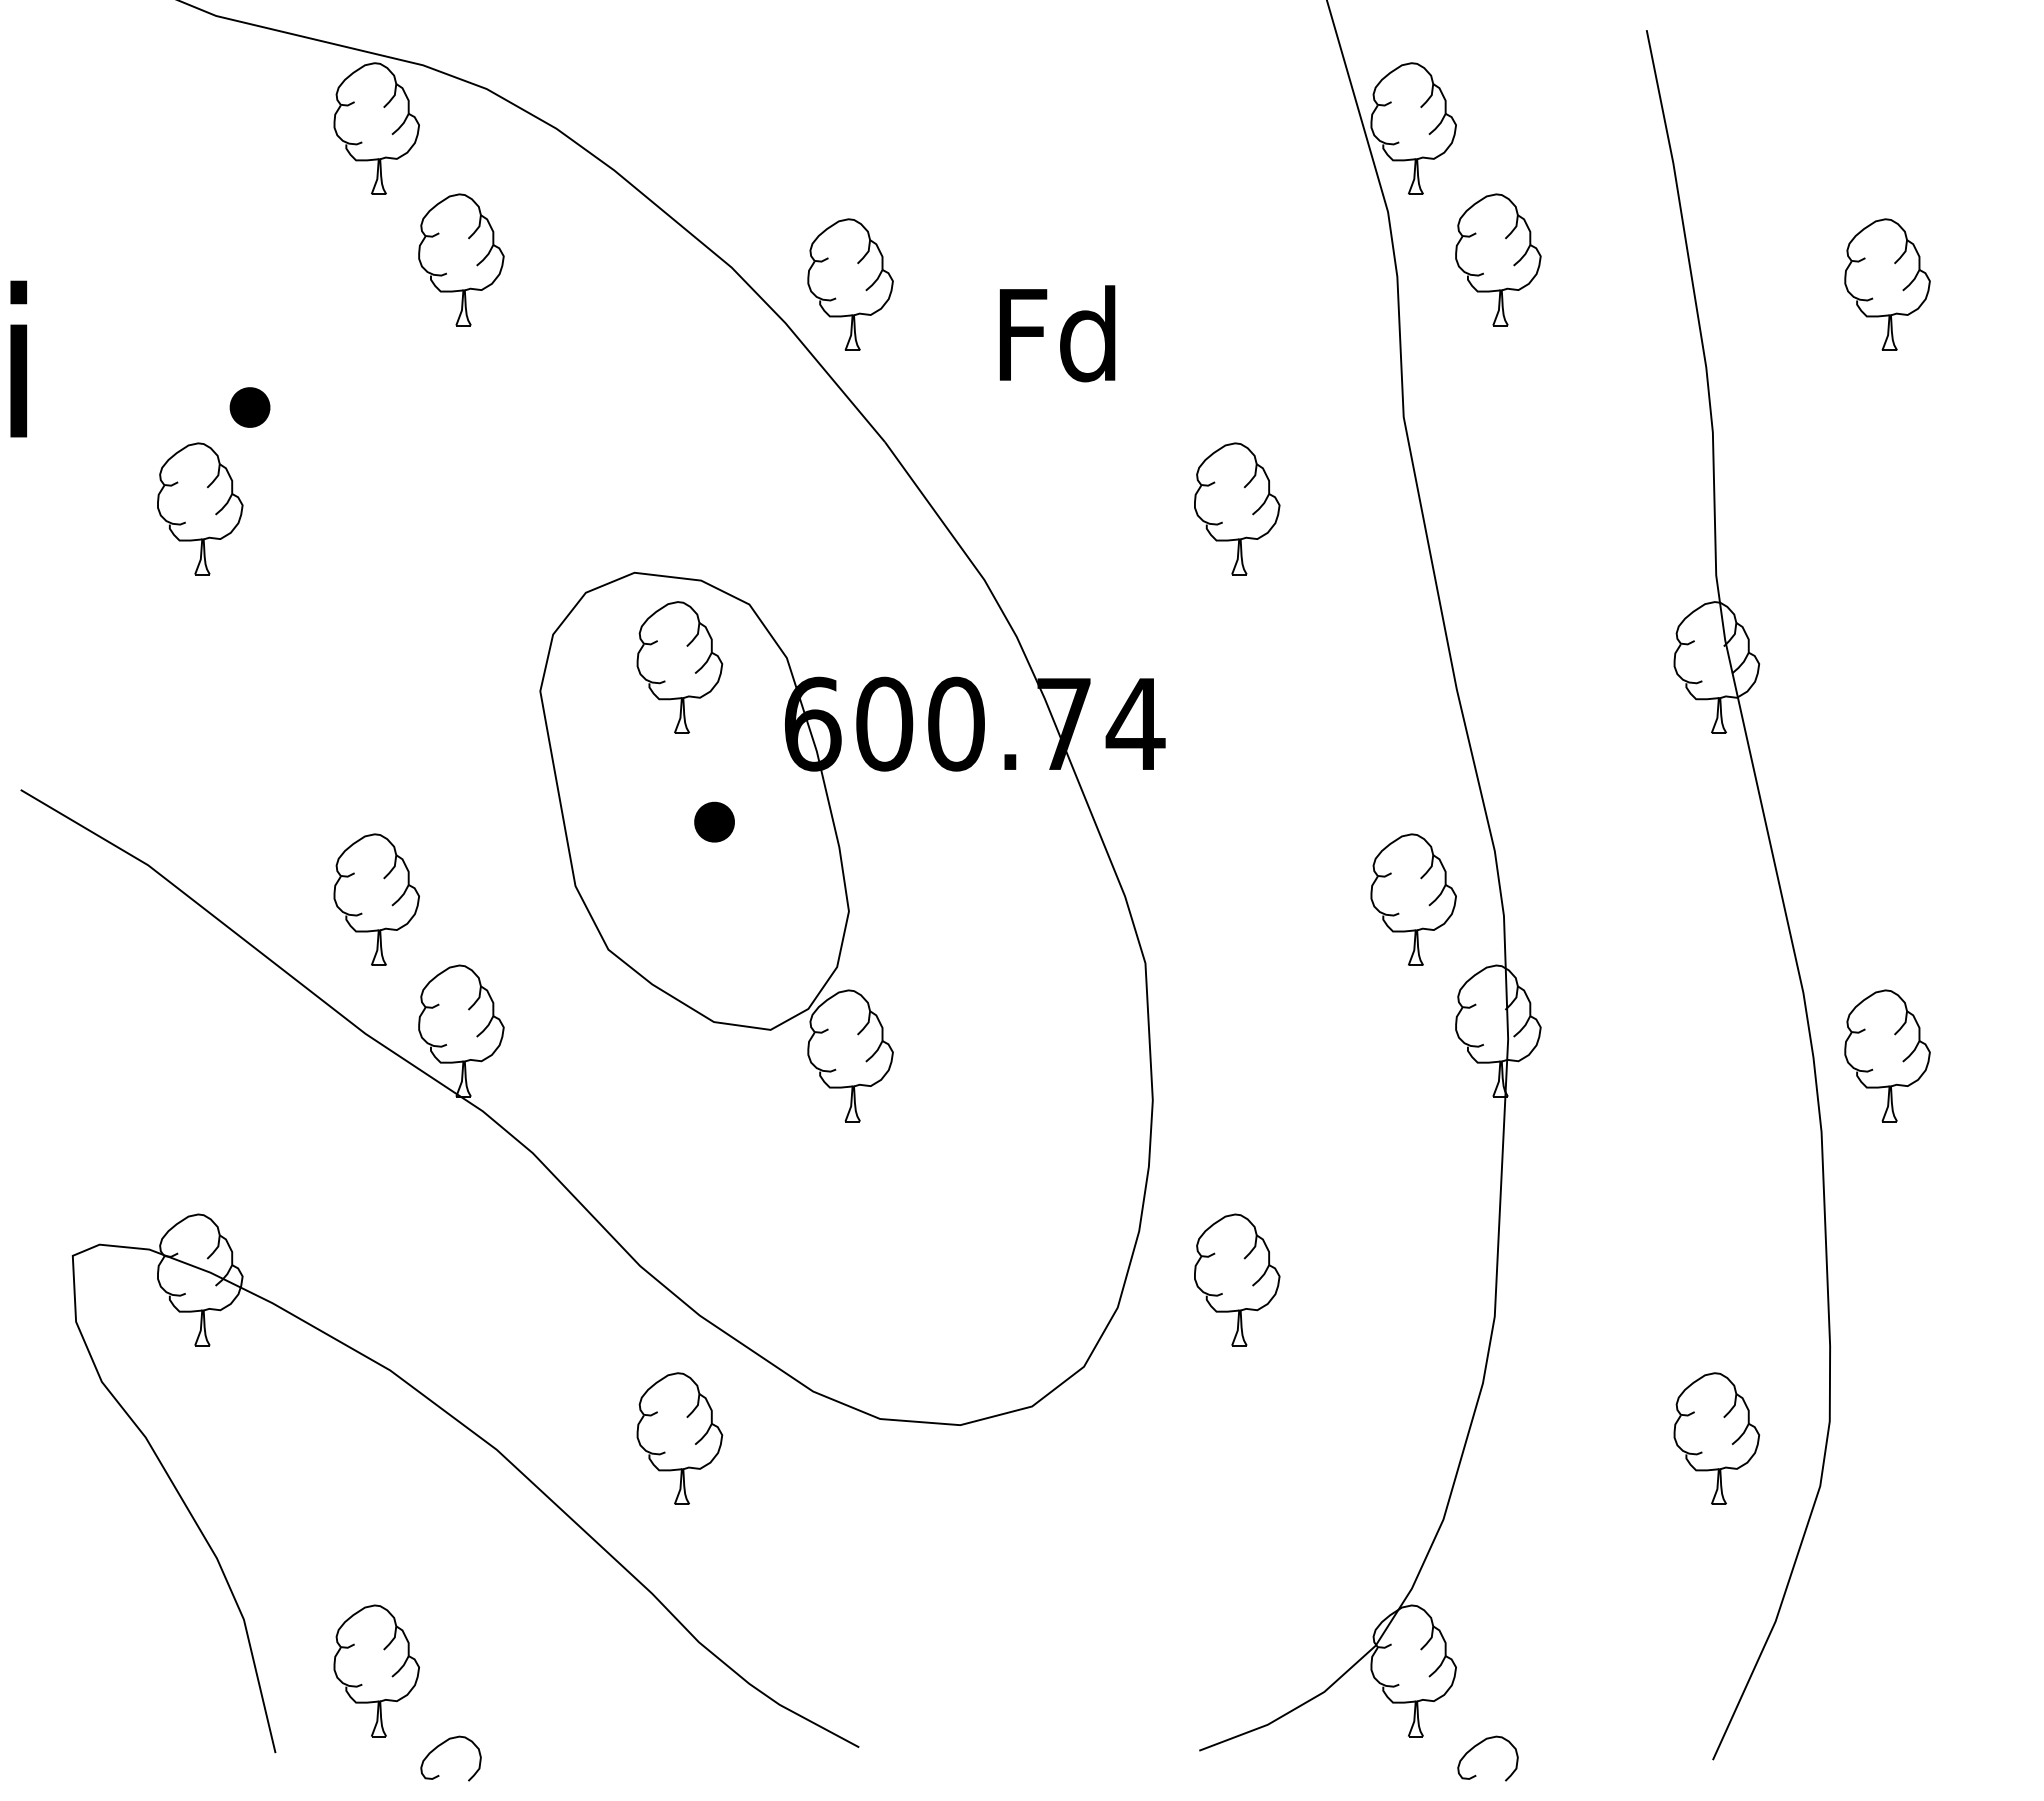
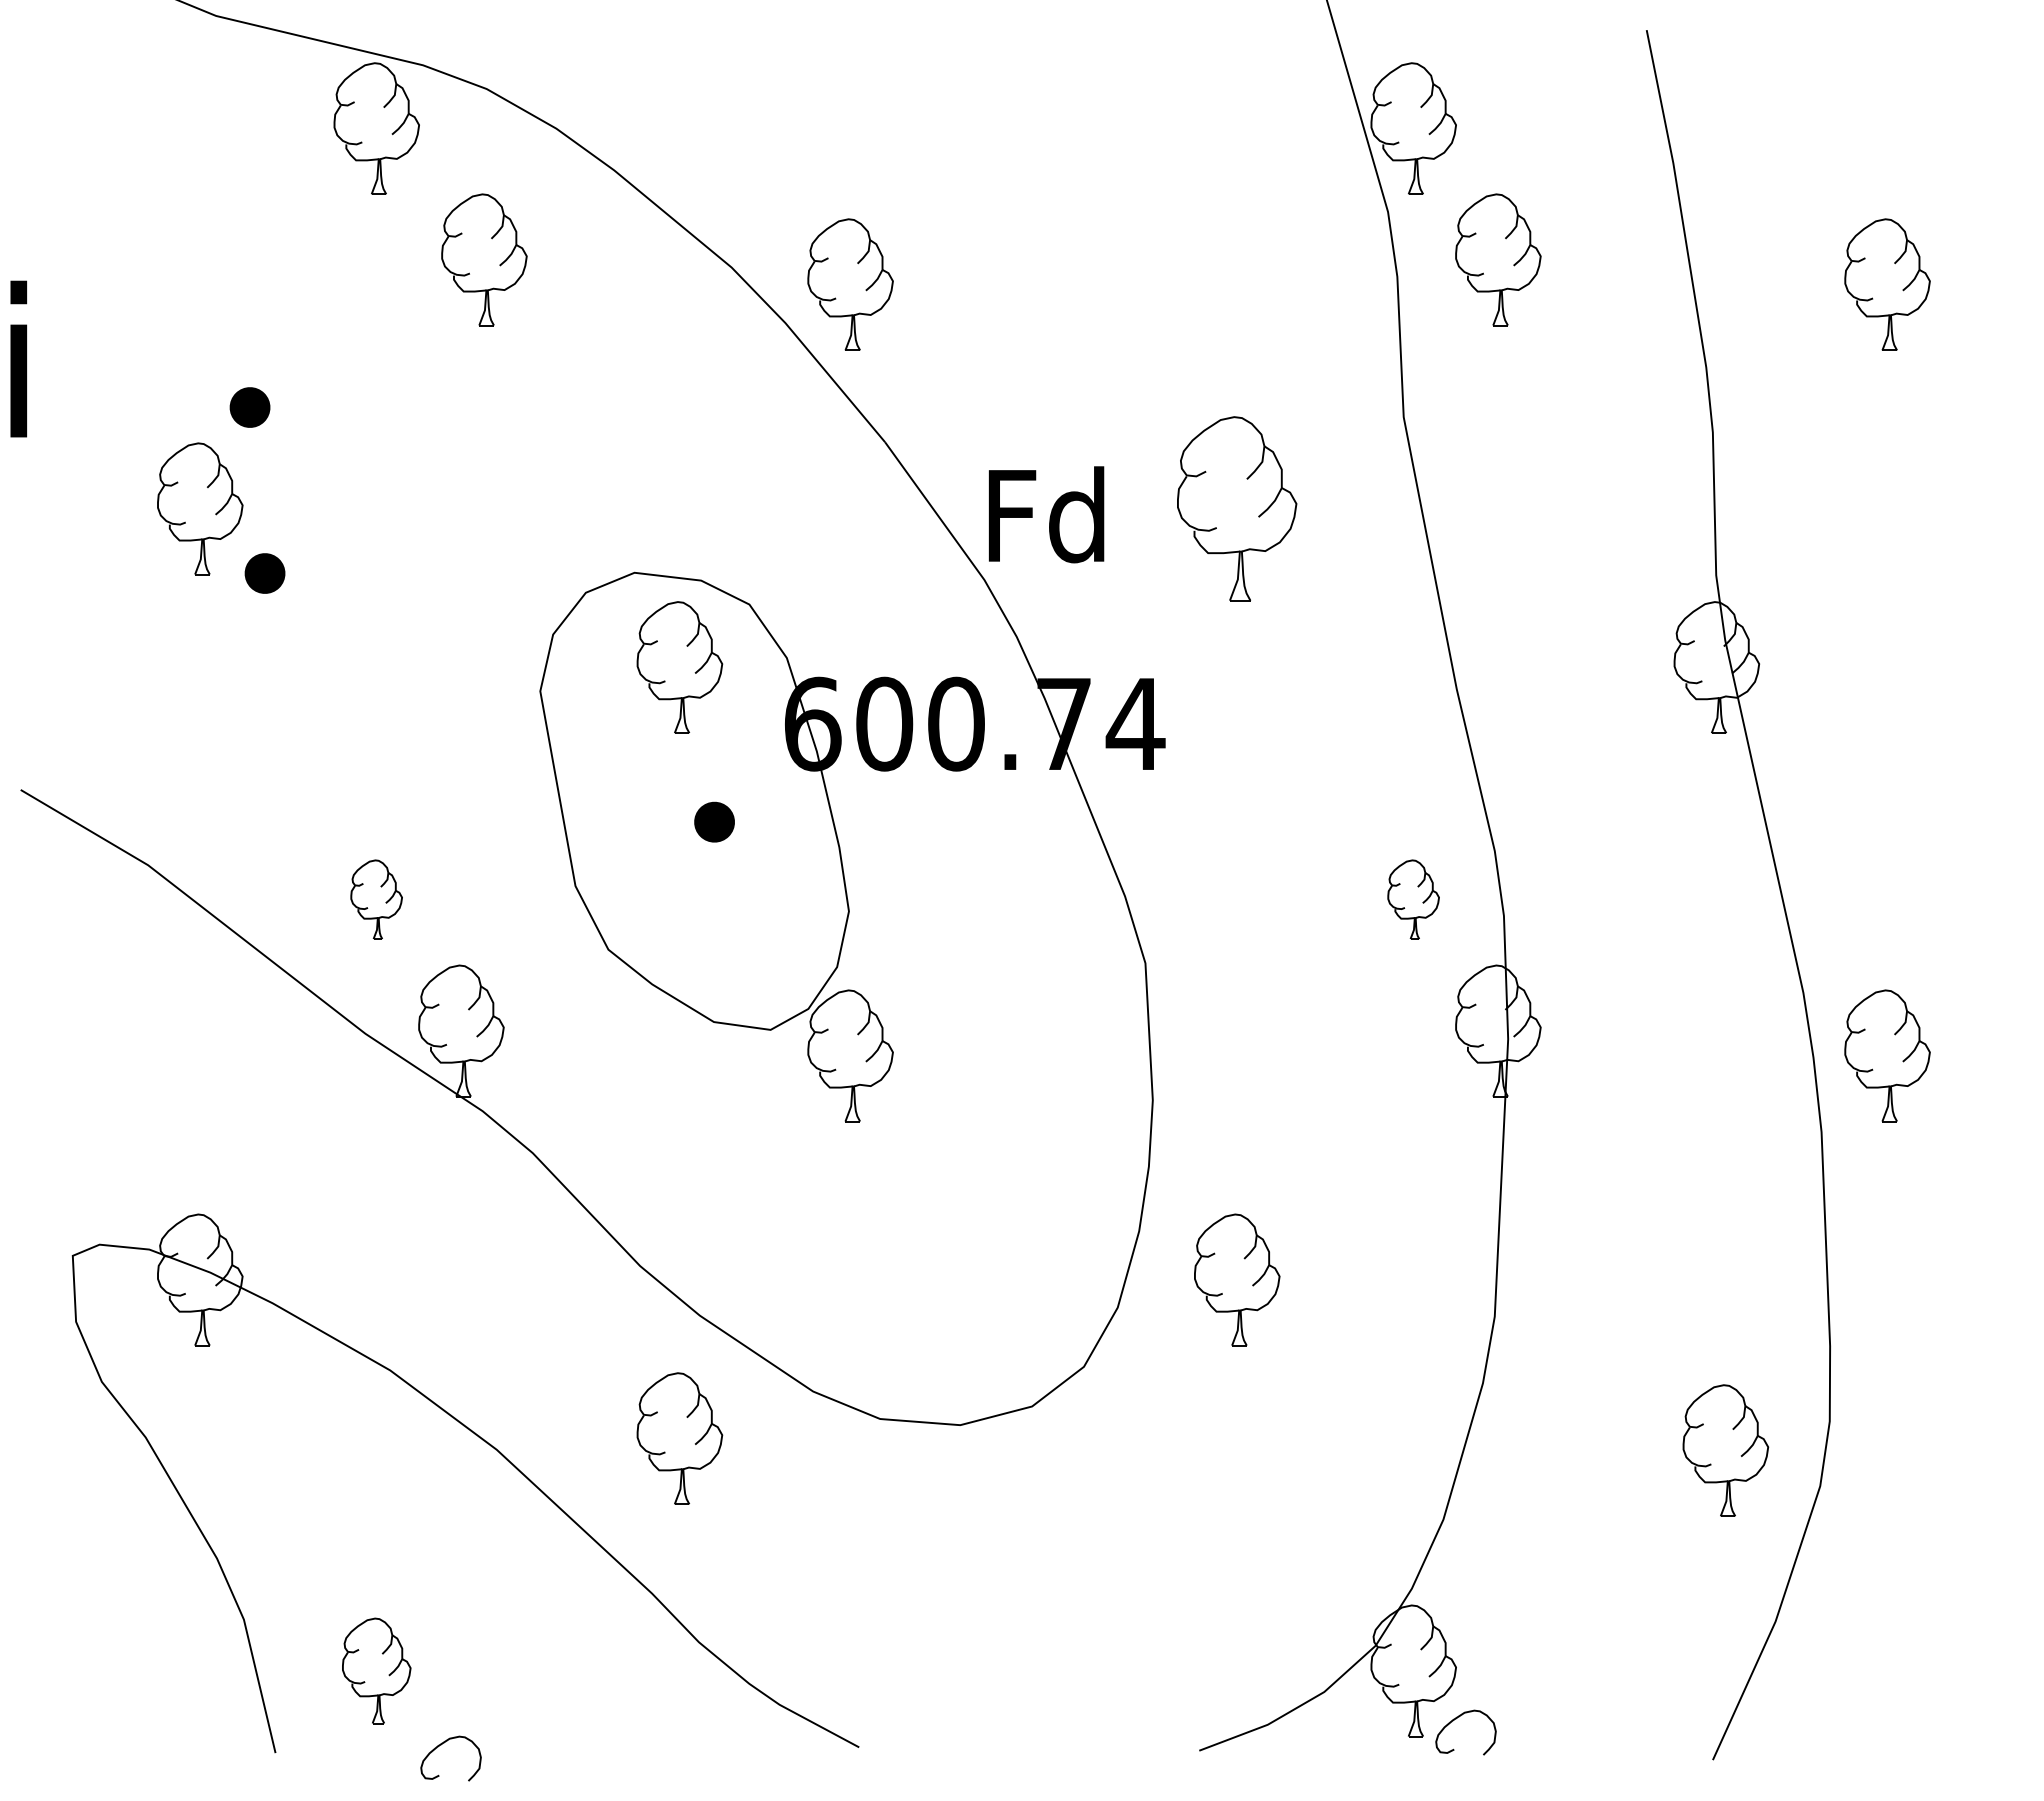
part at (461, 259) position: (461, 259) -> (484, 259)
text at (1057, 333) position: (1057, 333) -> (1046, 514)
part at (1237, 508) size: 87x134 px -> 121x186 px
part at (264, 573): none -> present
part at (376, 899) size: 87x133 px -> 53x81 px
part at (1413, 899) size: 87x133 px -> 53x81 px
part at (1716, 1438) position: (1716, 1438) -> (1725, 1450)
part at (376, 1670) size: 87x134 px -> 70x108 px
curve at (1478, 1745) position: (1478, 1745) -> (1456, 1719)
